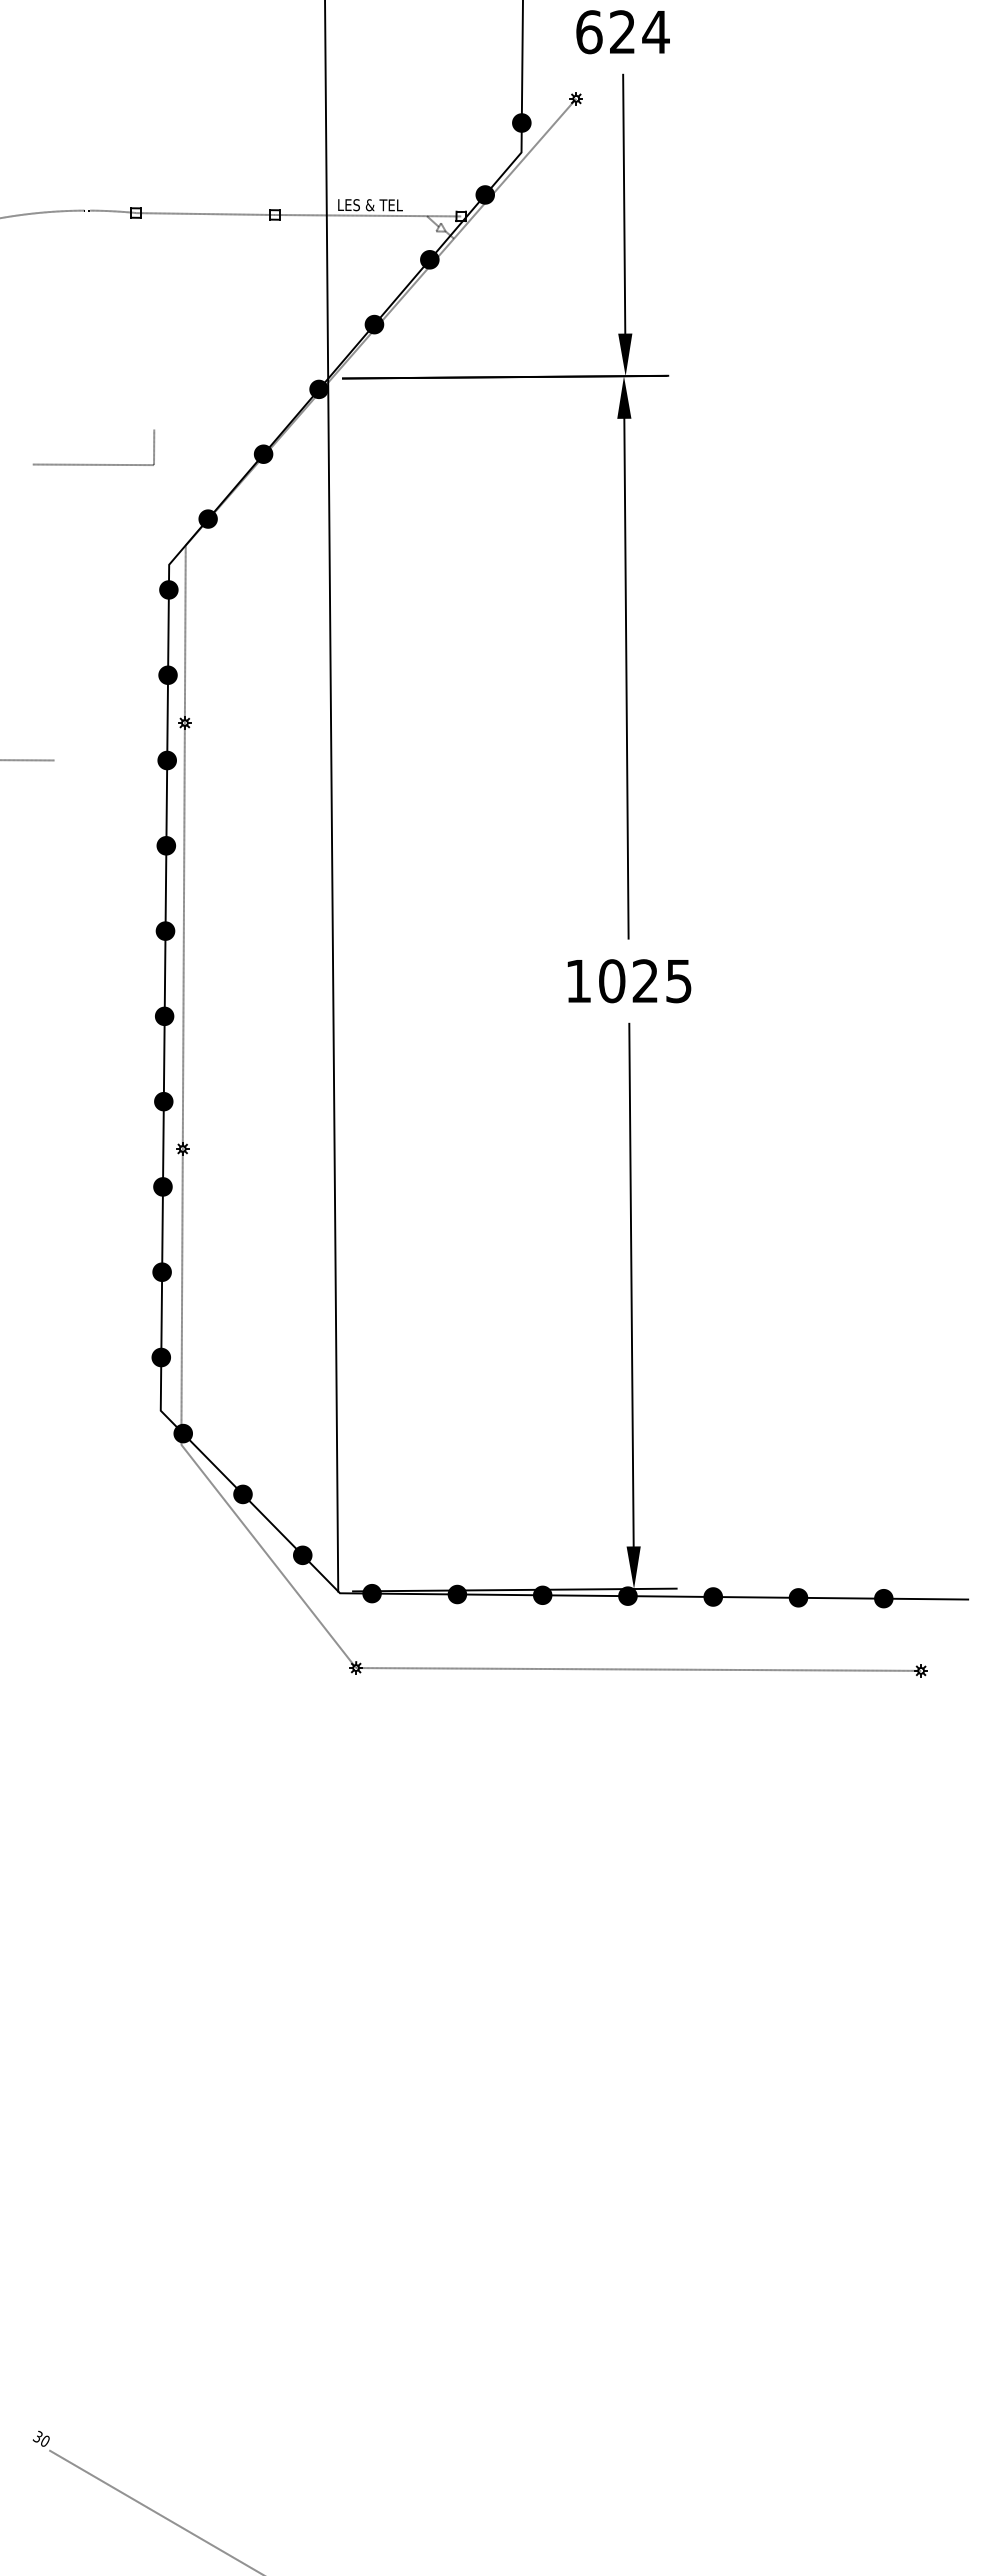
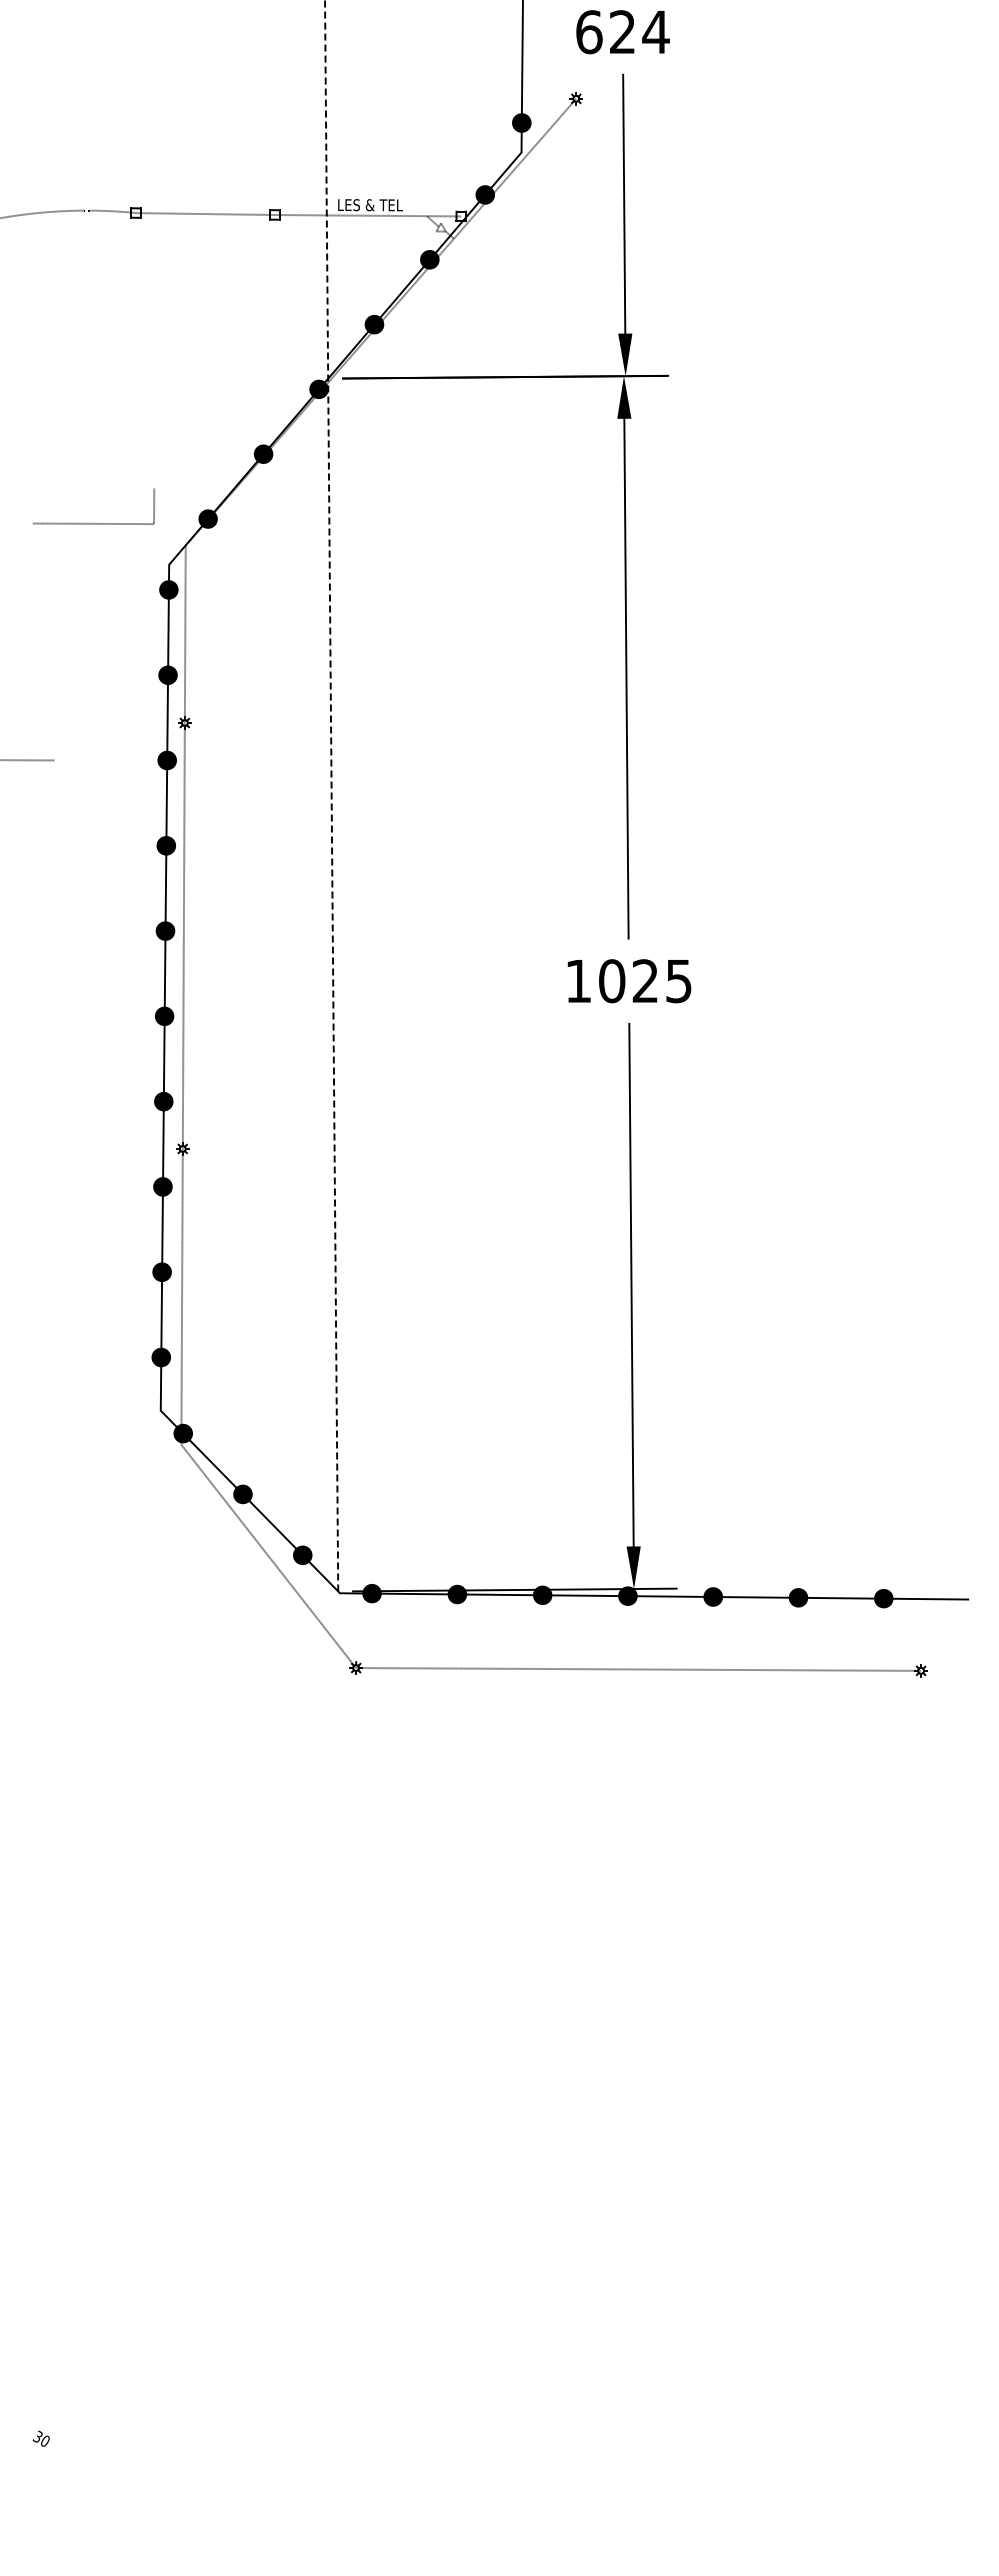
part at (93, 464) position: (93, 464) -> (93, 523)
line at (331, 795): solid -> dashed
line at (154, 2511): present -> none
